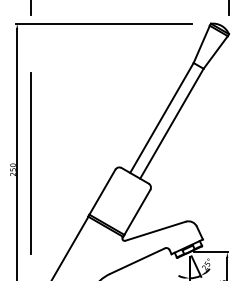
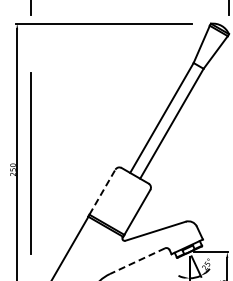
line at (102, 192): solid -> dashed
line at (137, 261): solid -> dashed
